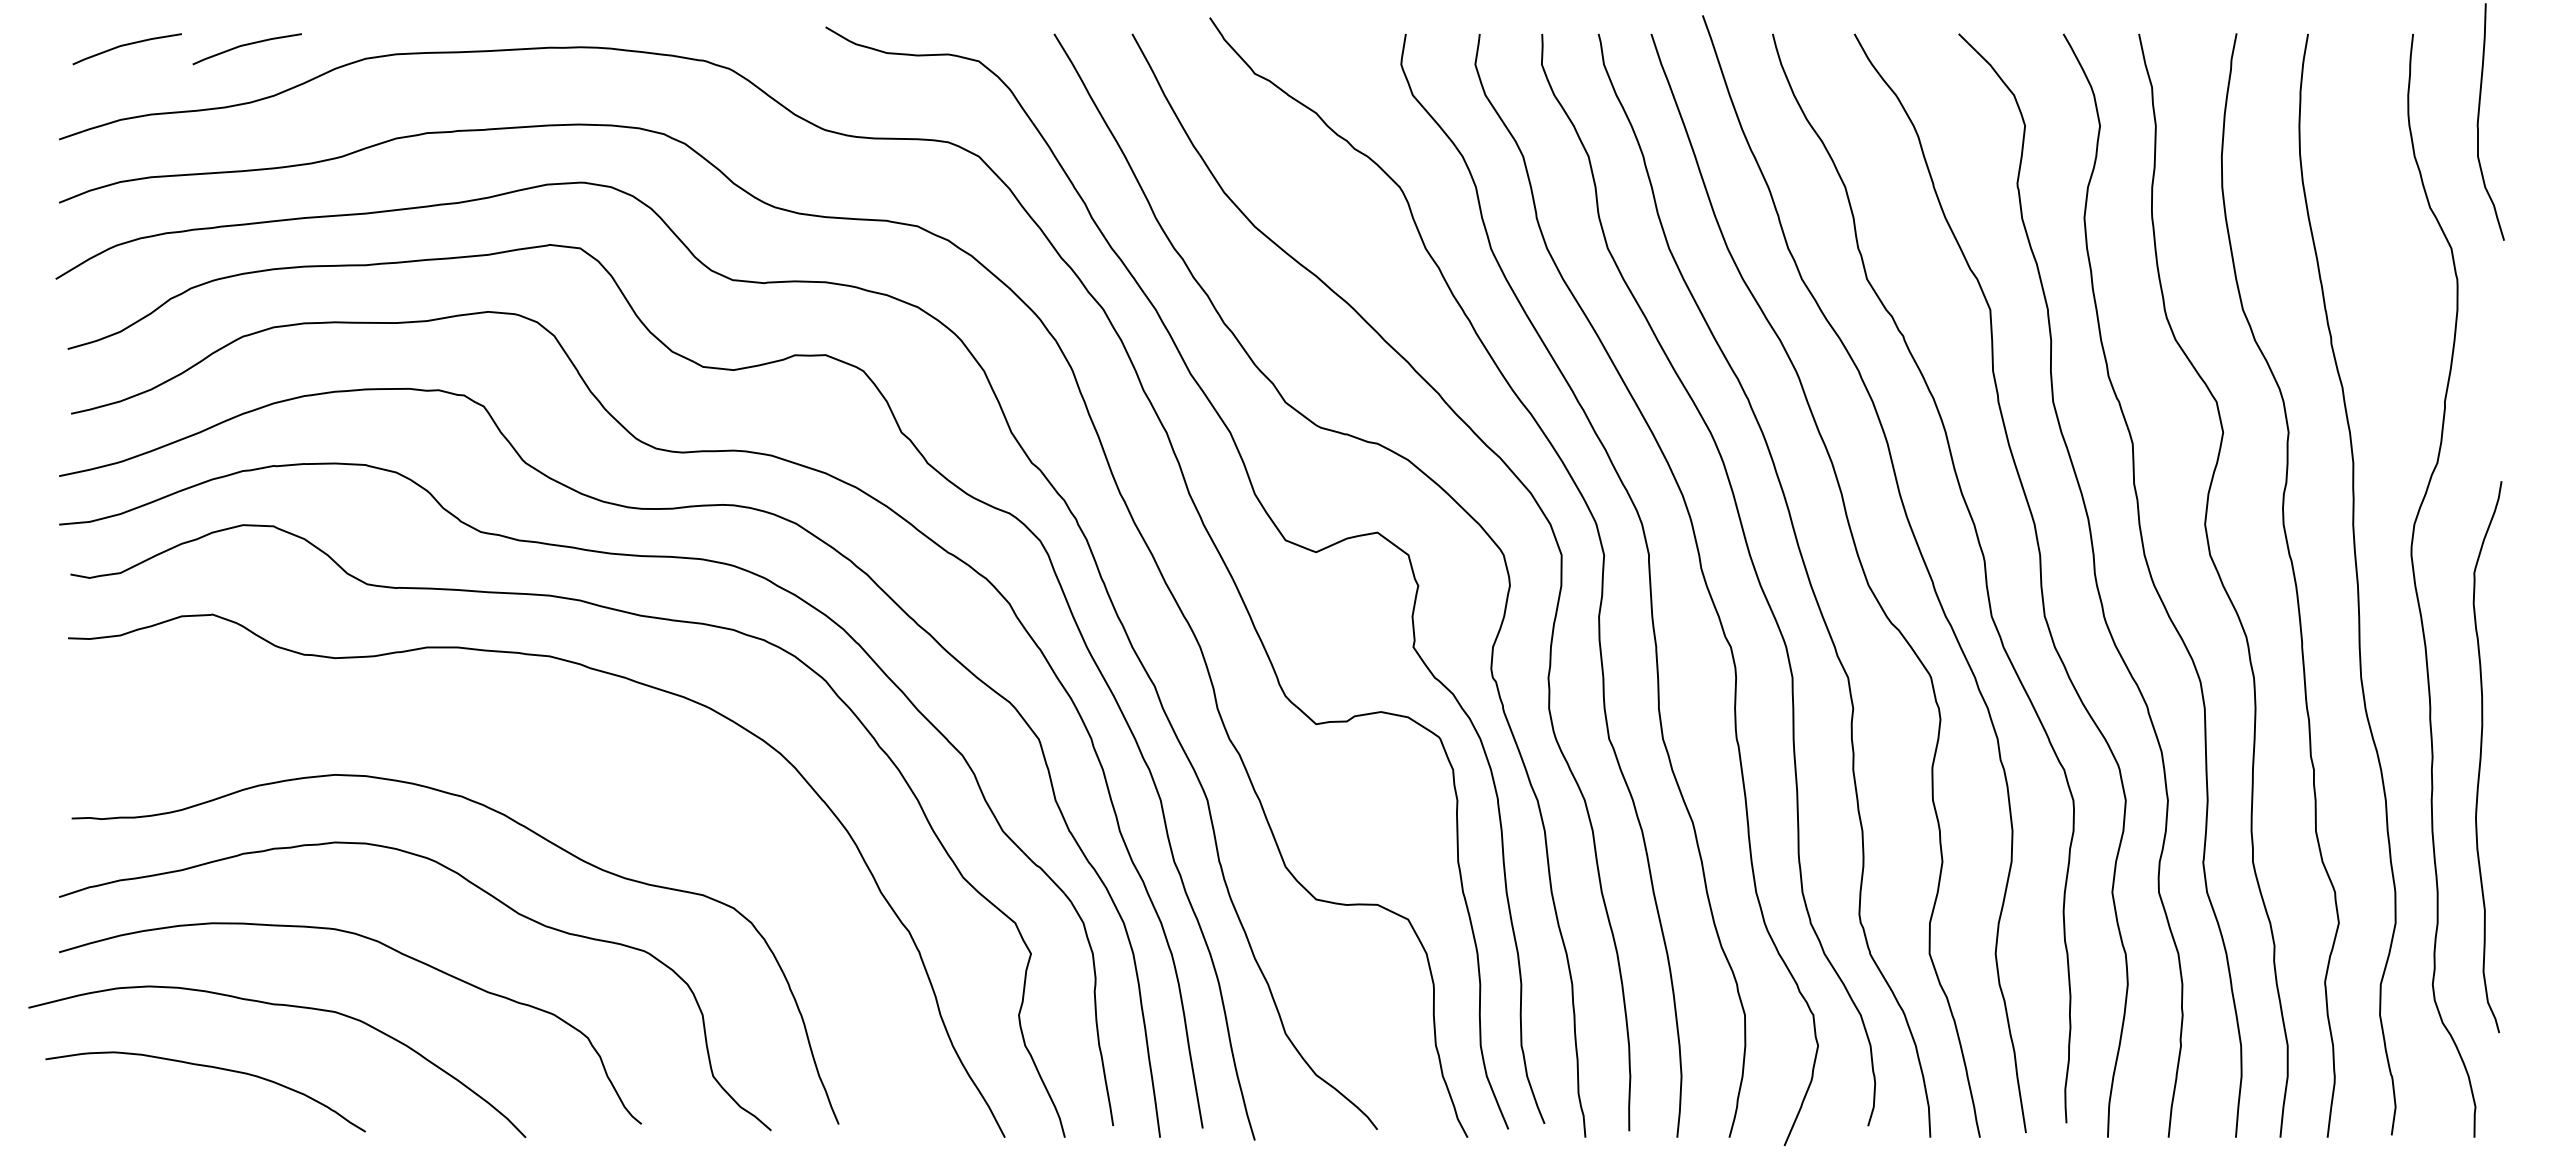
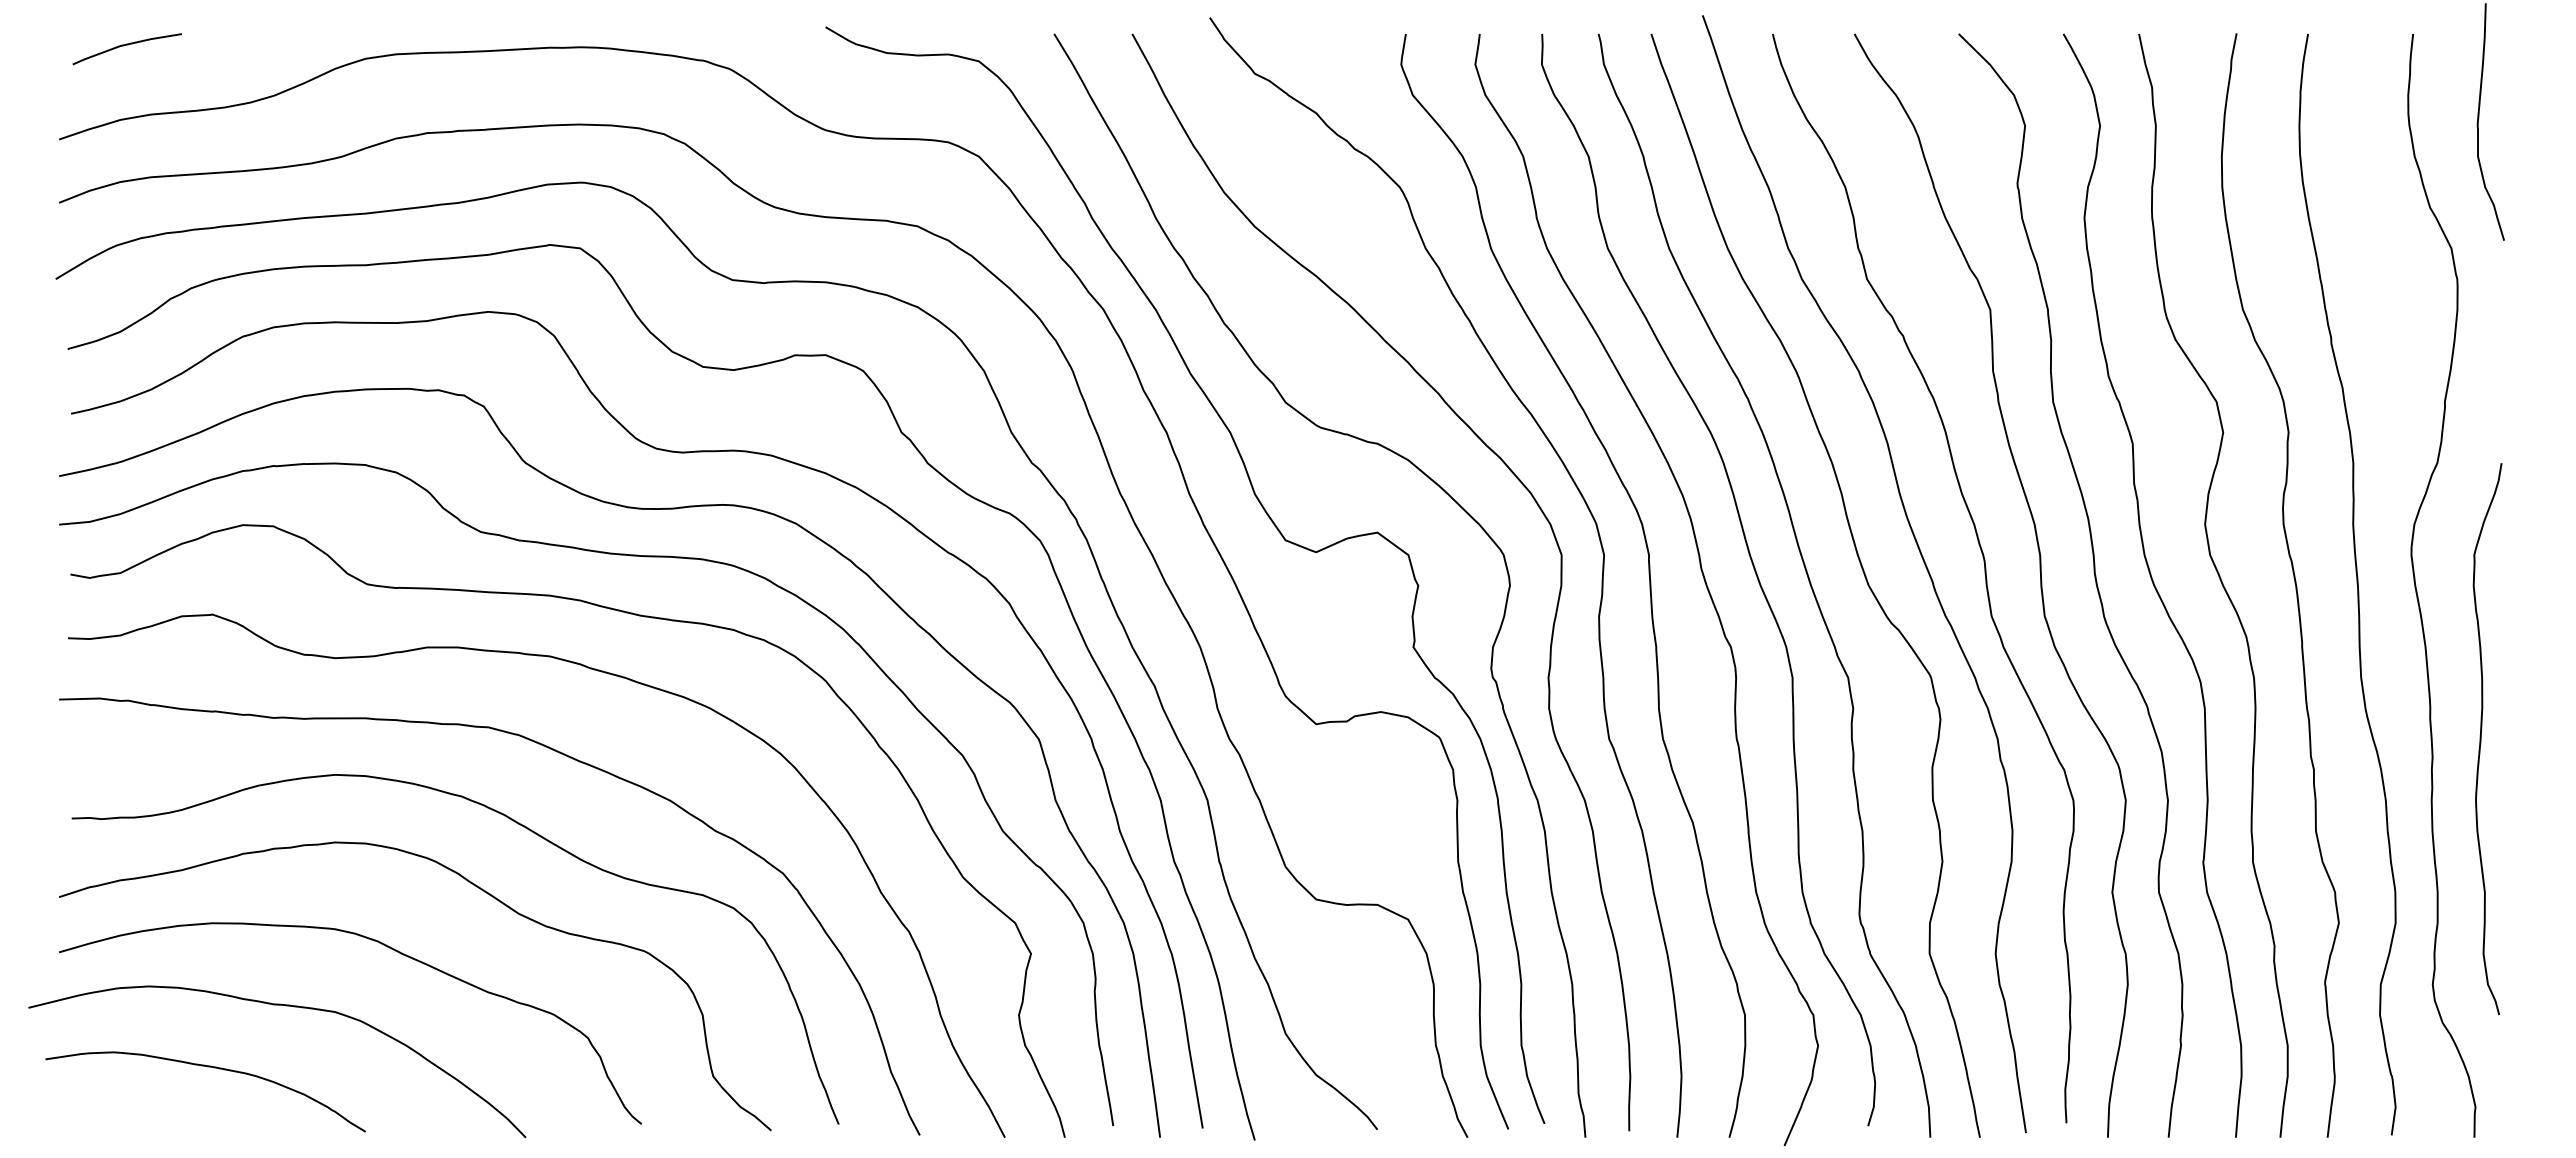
line at (246, 45): present -> none
curve at (563, 755): none -> present
curve at (2481, 757) position: (2481, 757) -> (2481, 739)
